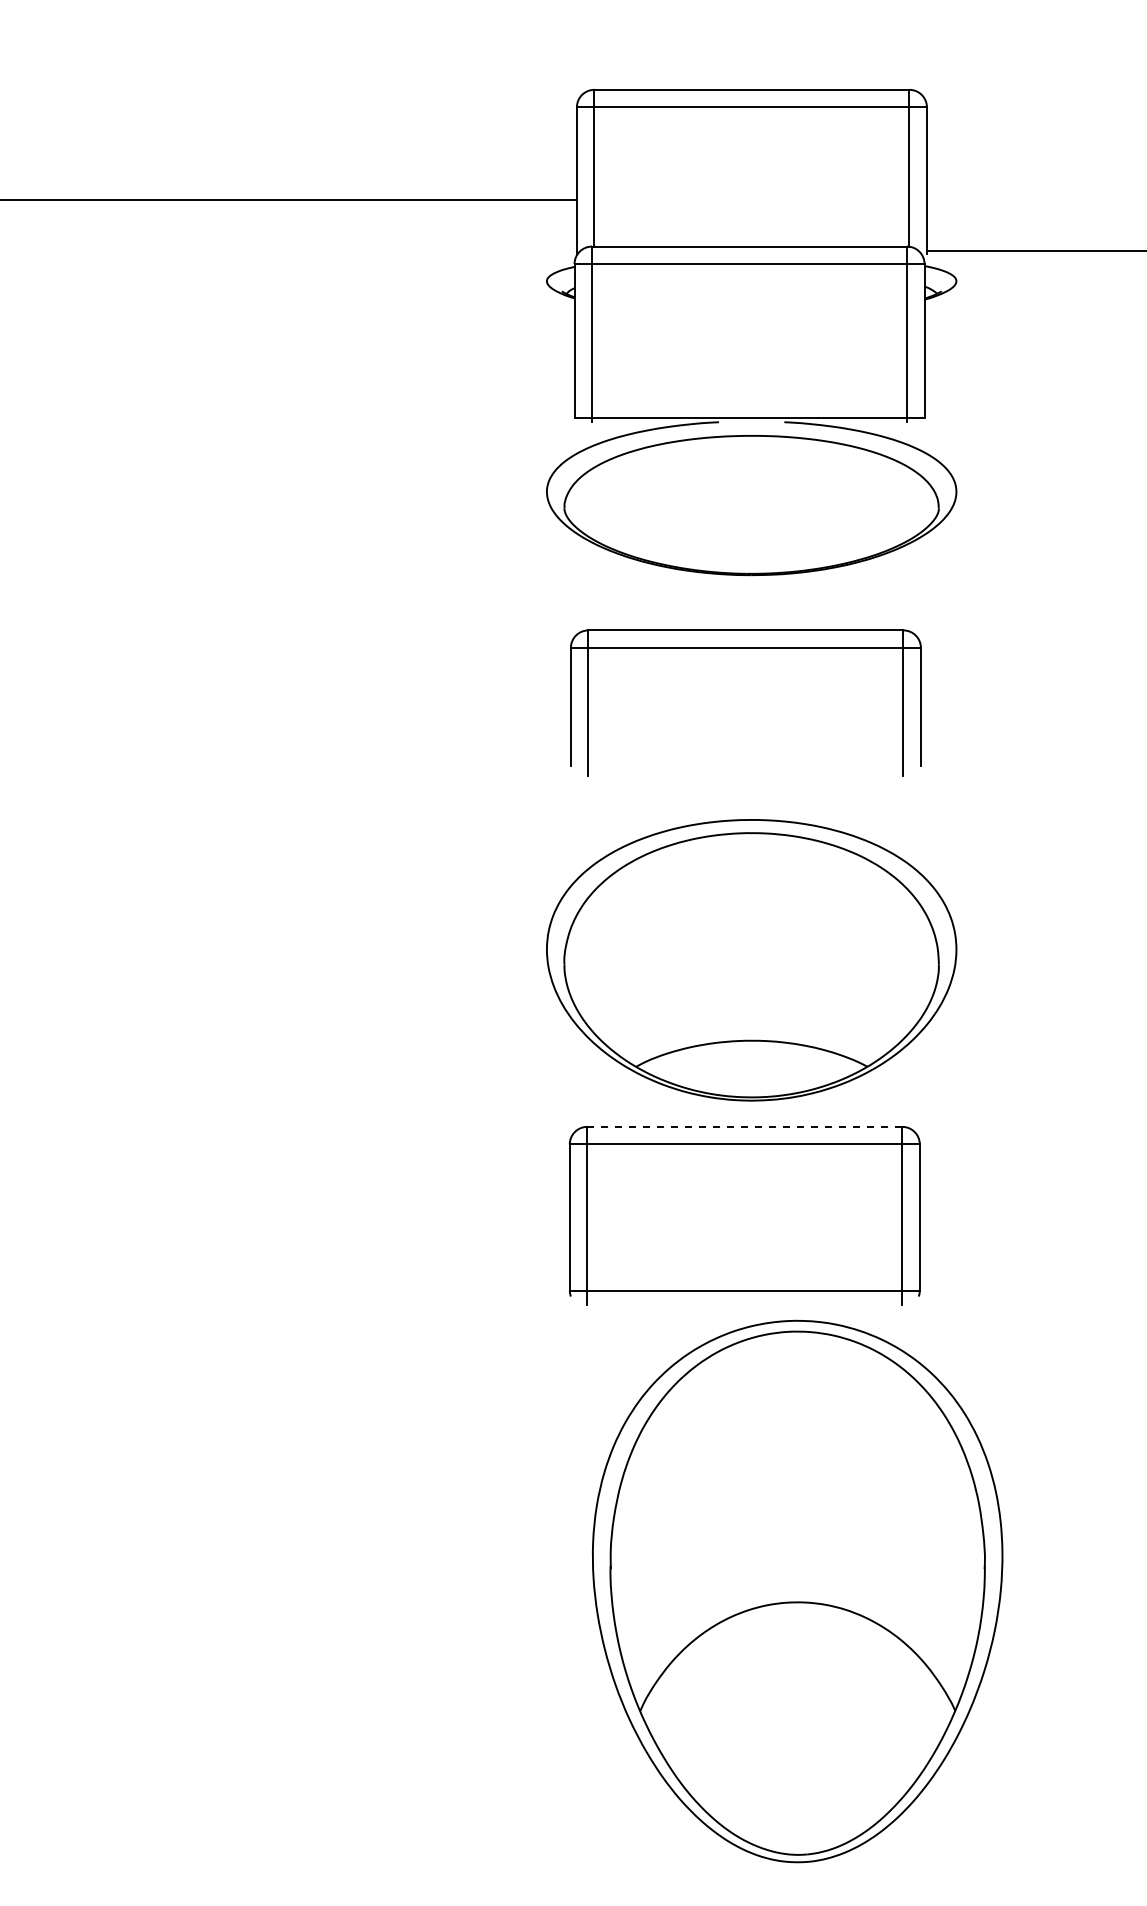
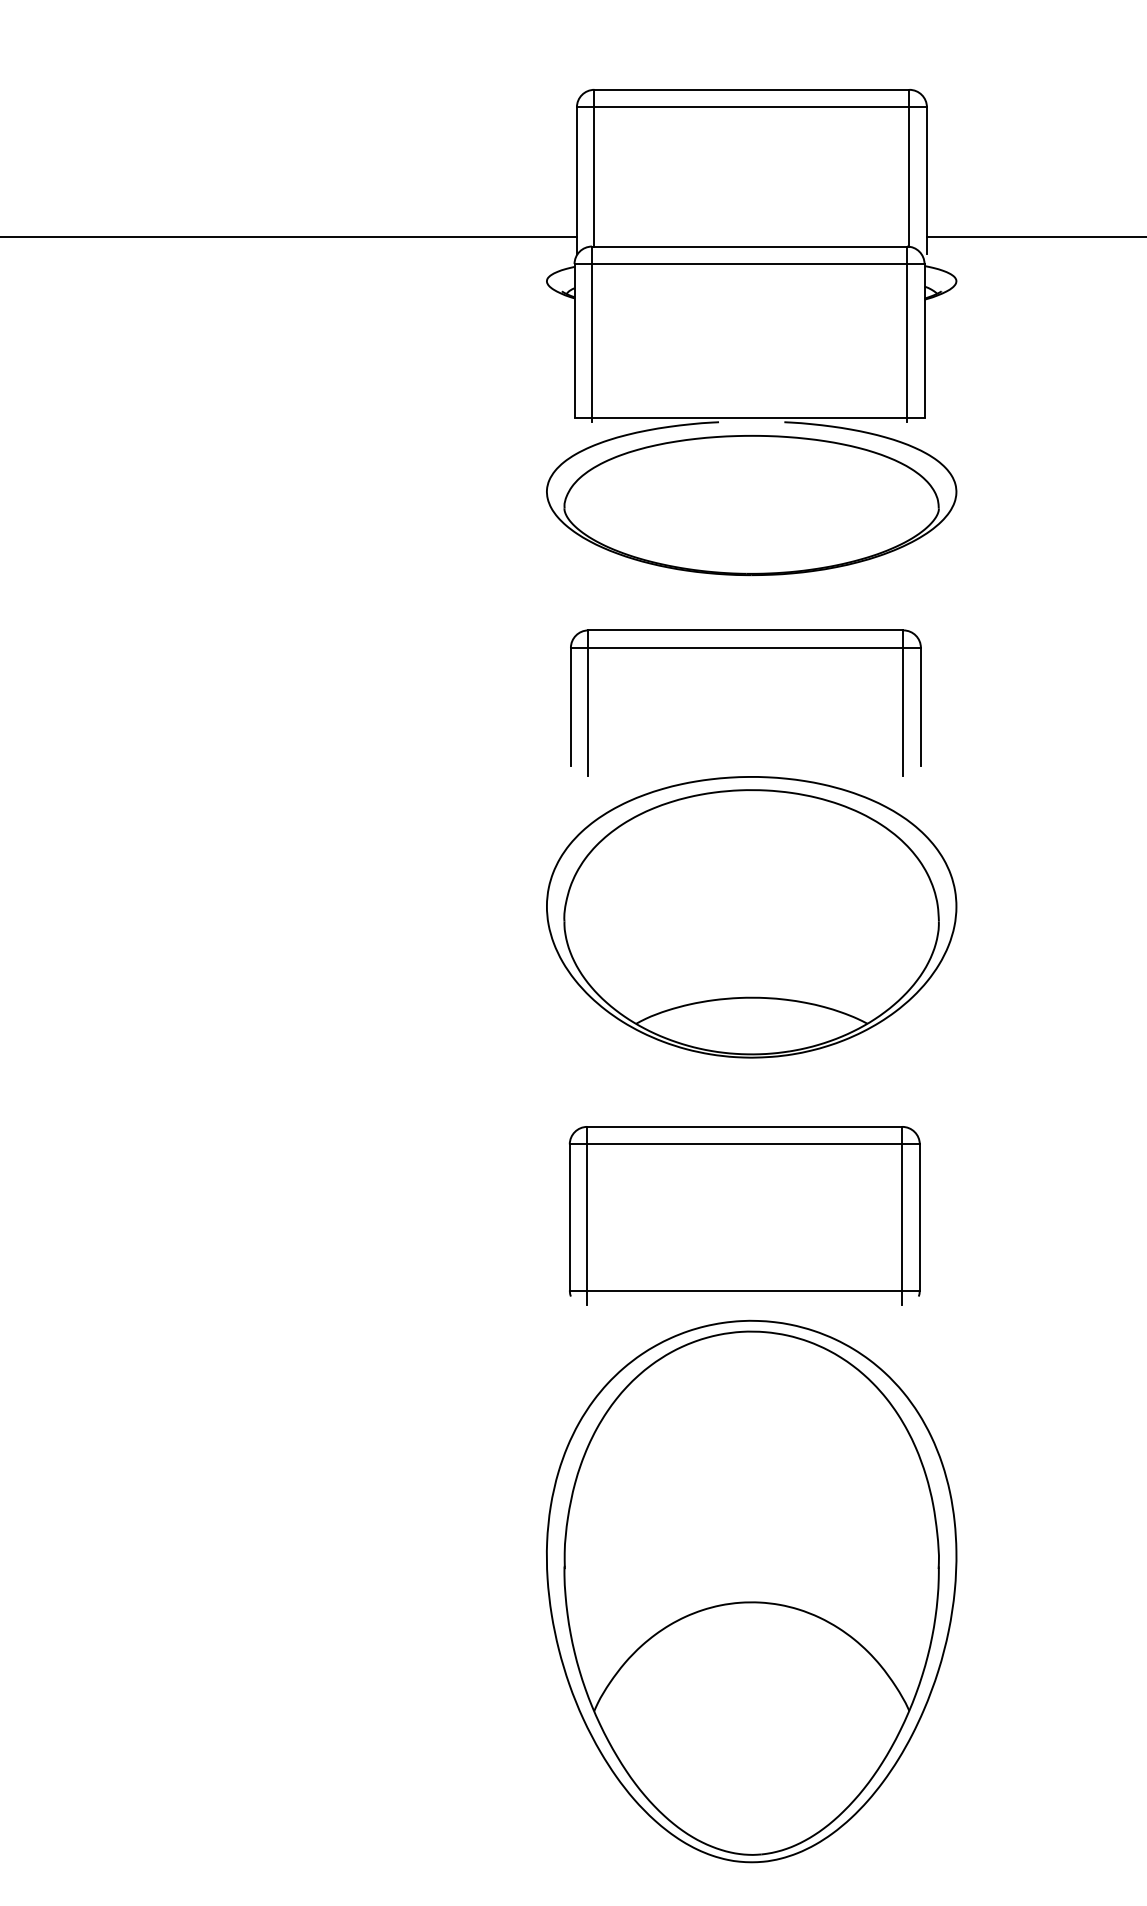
line at (289, 199) position: (289, 199) -> (289, 236)
line at (1034, 250) position: (1034, 250) -> (1034, 236)
part at (751, 960) position: (751, 960) -> (751, 917)
line at (744, 1126): dashed -> solid
part at (797, 1591) position: (797, 1591) -> (751, 1591)
